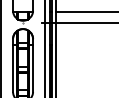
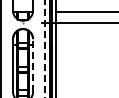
line at (45, 49): solid -> dashed
line at (33, 65): solid -> dashed
